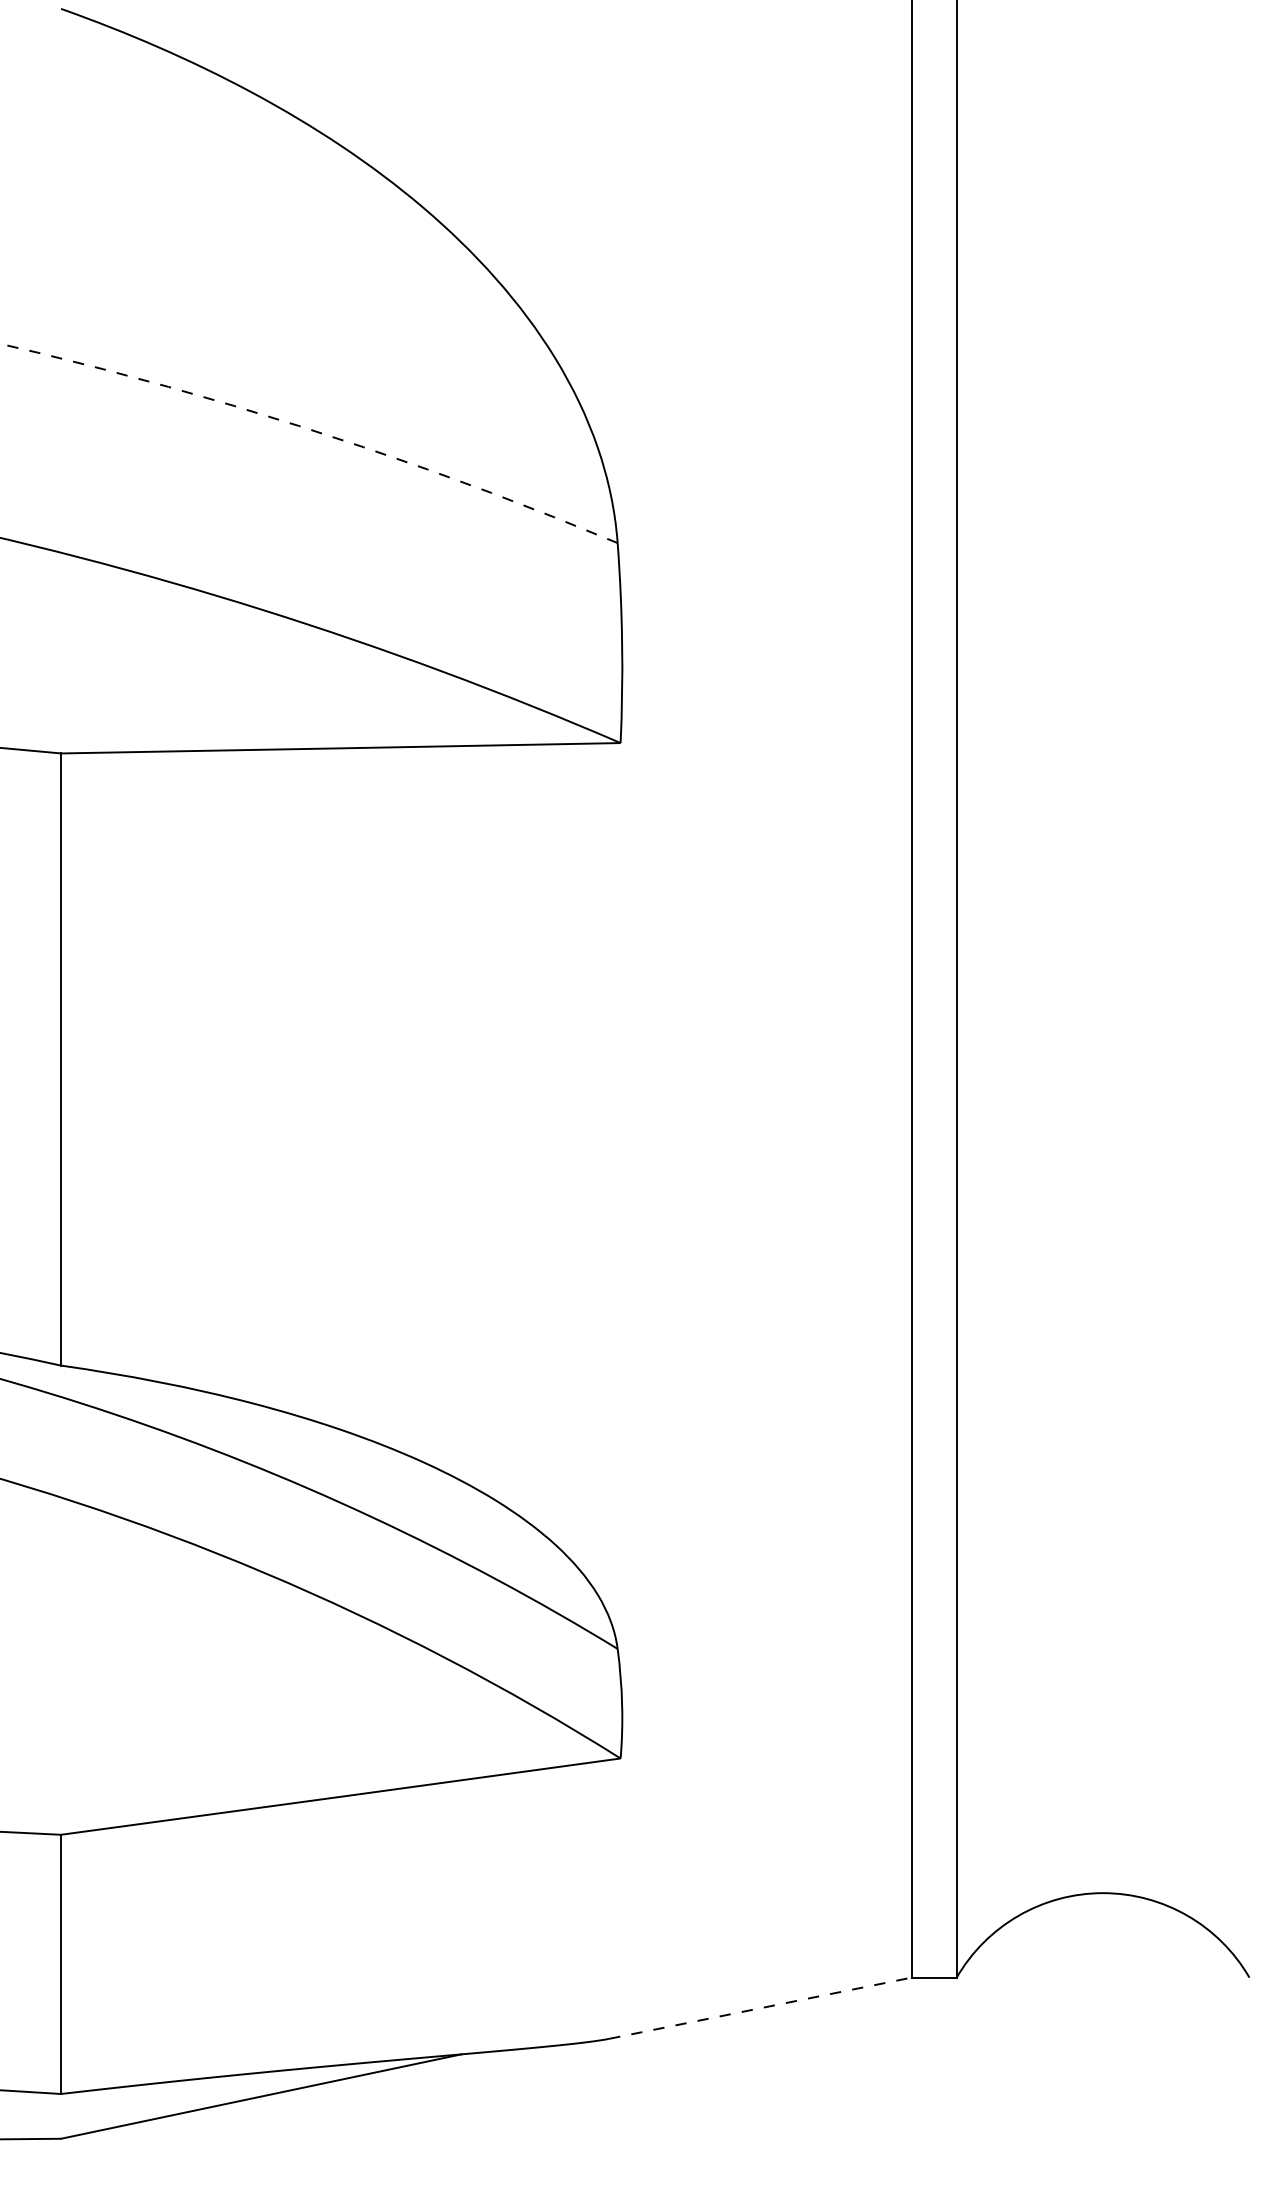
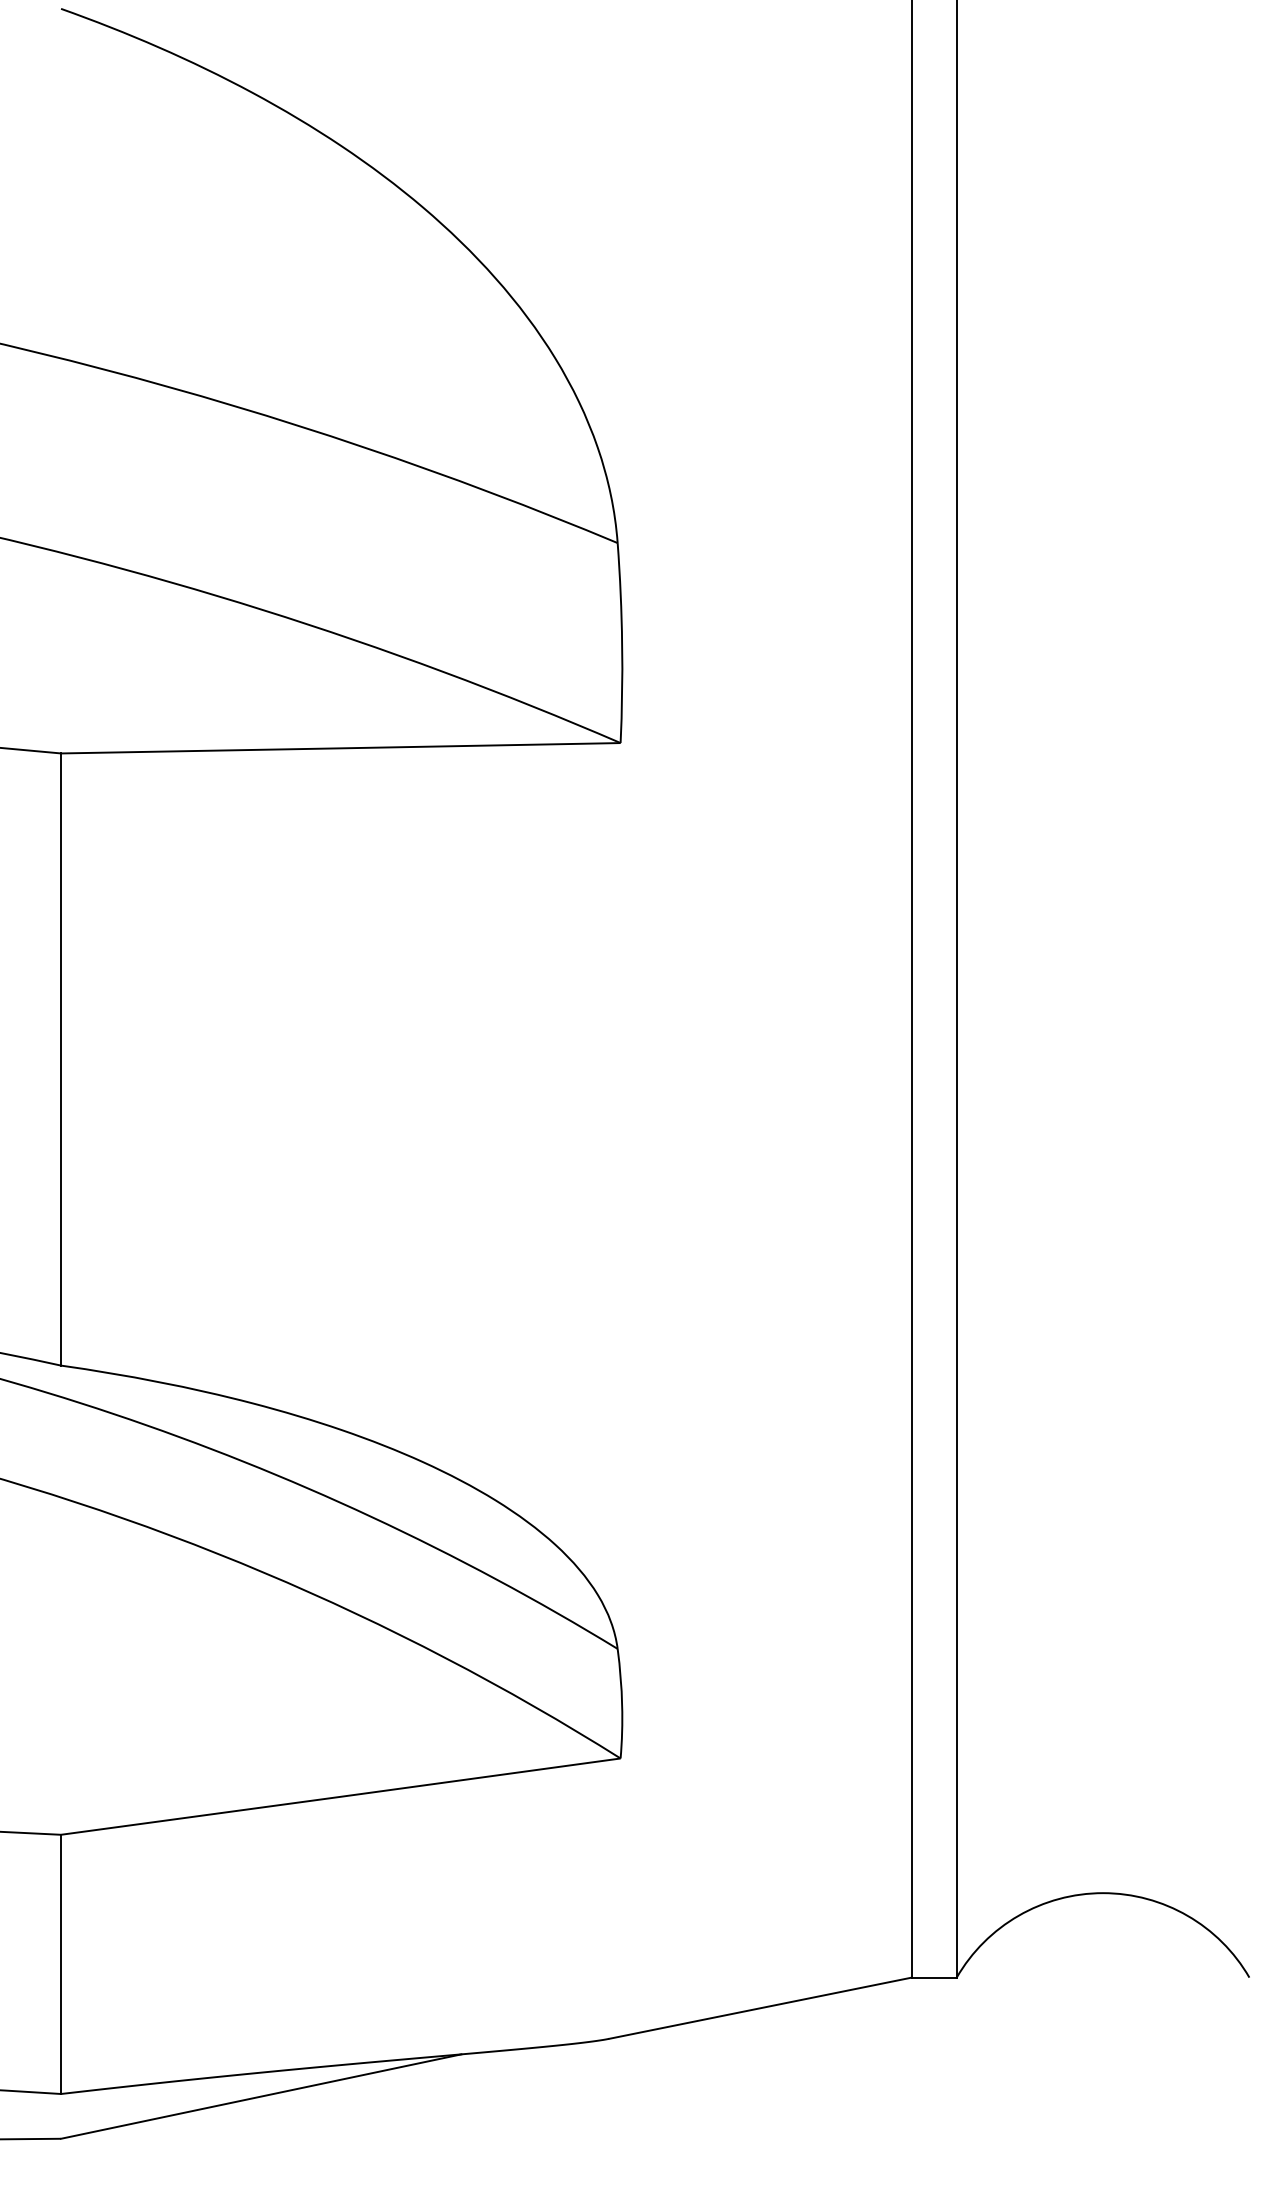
arc at (313, 430): dashed -> solid
line at (760, 2008): dashed -> solid
